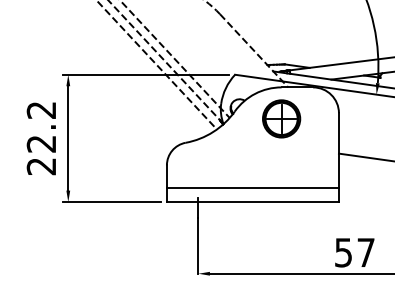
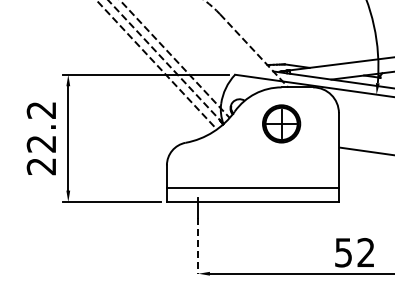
part at (281, 118) position: (281, 118) -> (281, 123)
line at (364, 156) position: (364, 156) -> (365, 150)
line at (198, 245): solid -> dashed
text at (365, 252): 57 -> 52
